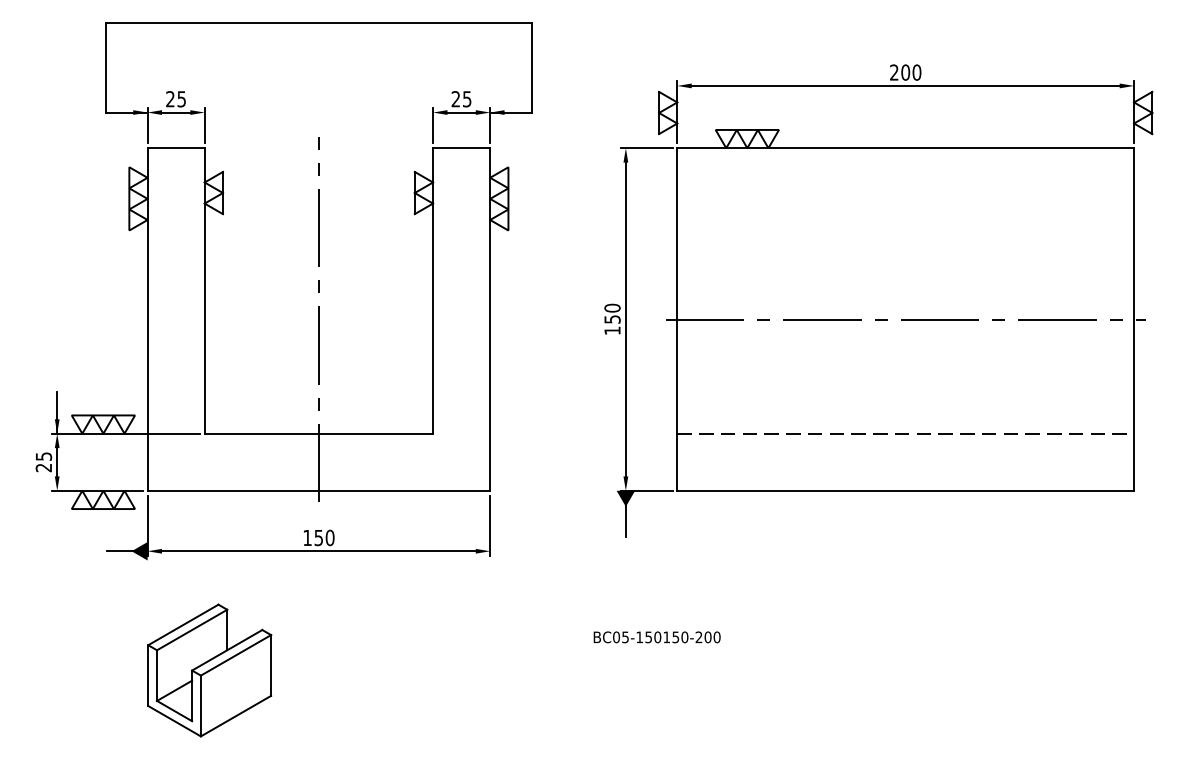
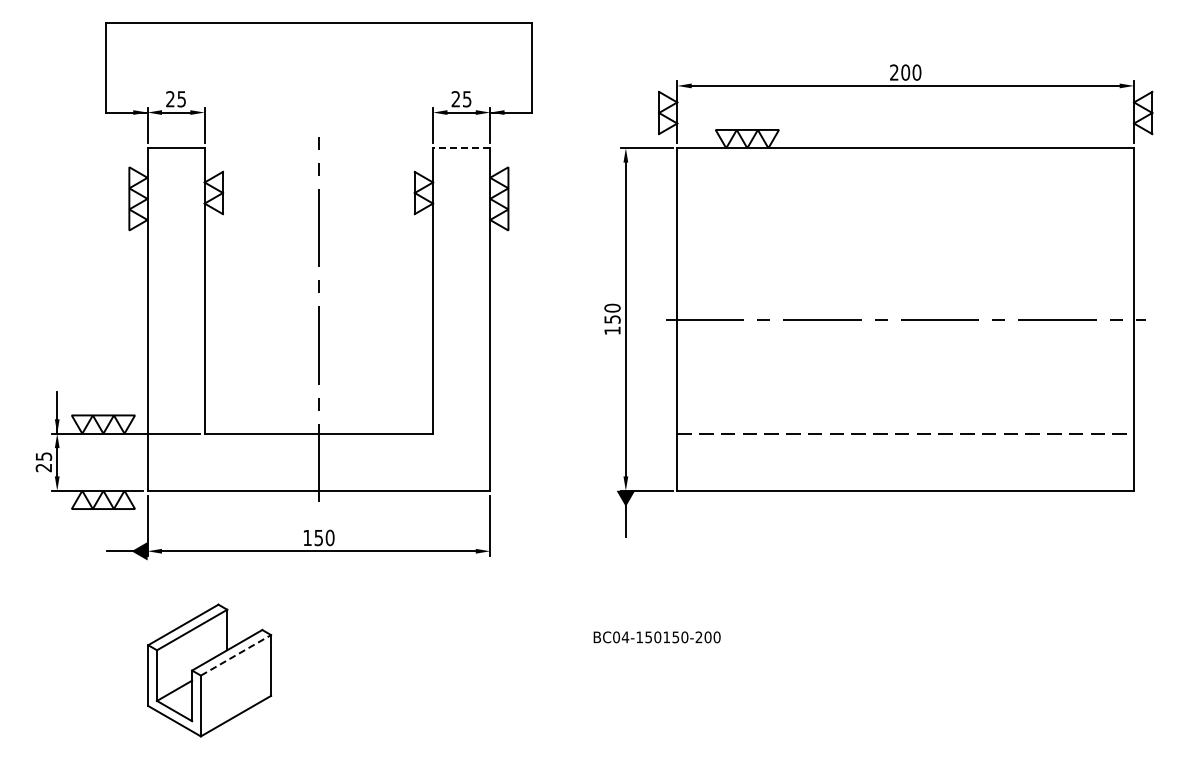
line at (461, 148): solid -> dashed
text at (625, 637): BC05-150150-200 -> BC04-150150-200
line at (236, 655): solid -> dashed
